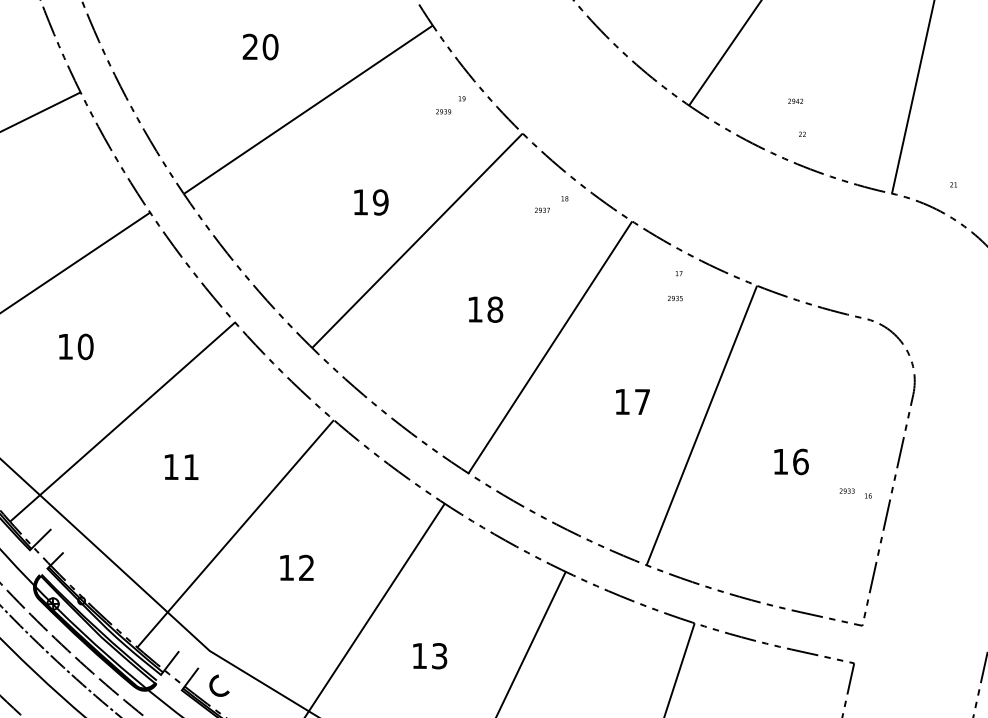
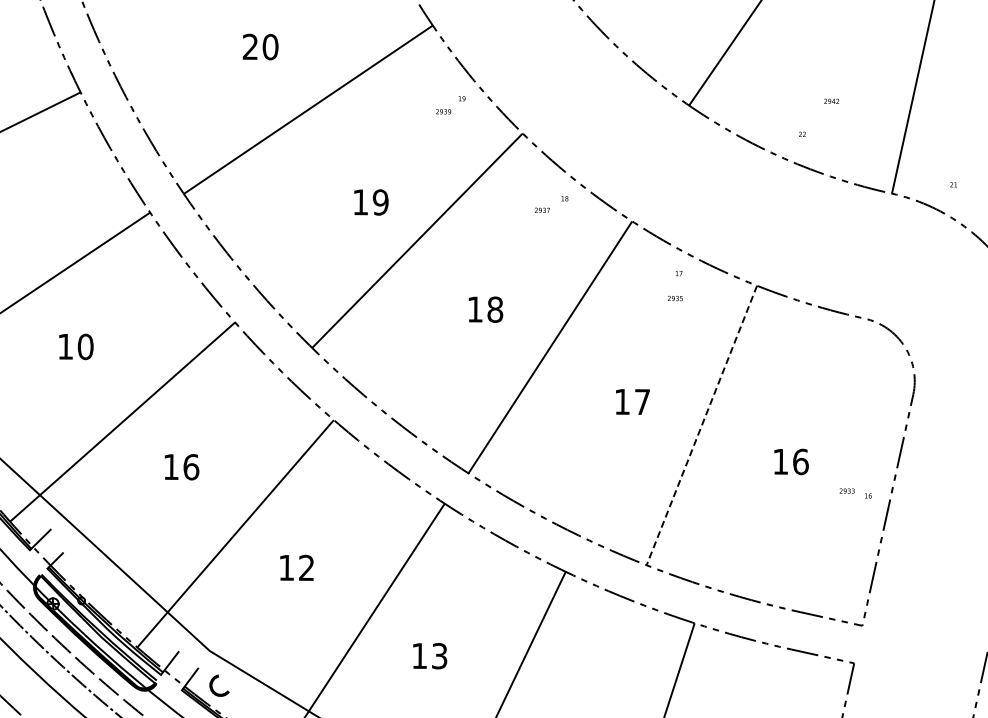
text at (795, 100) position: (795, 100) -> (831, 100)
line at (701, 426): solid -> dashed
text at (191, 467): 11 -> 16
